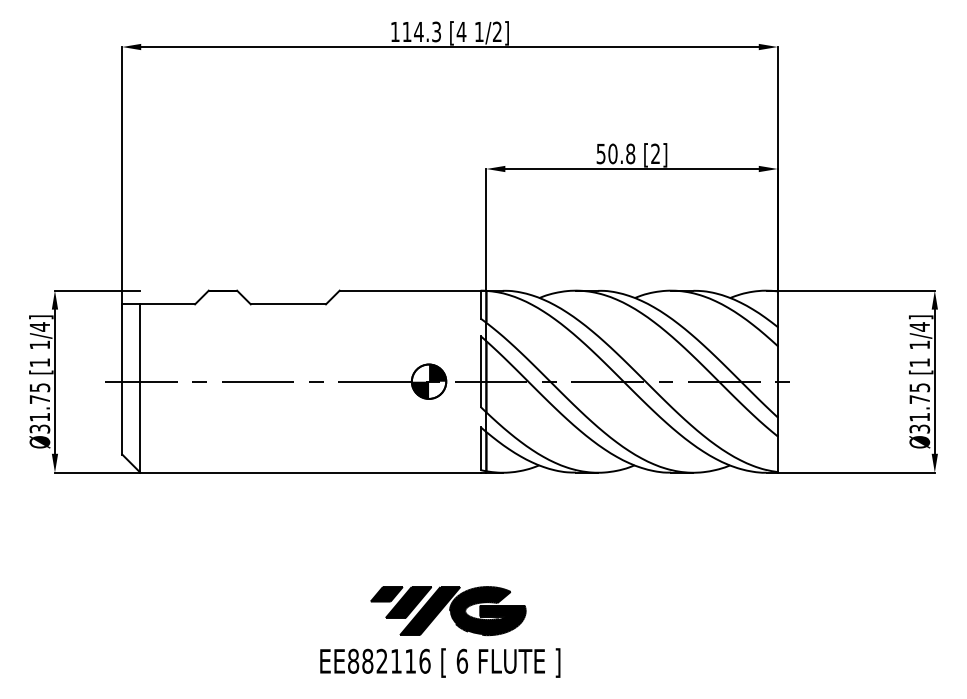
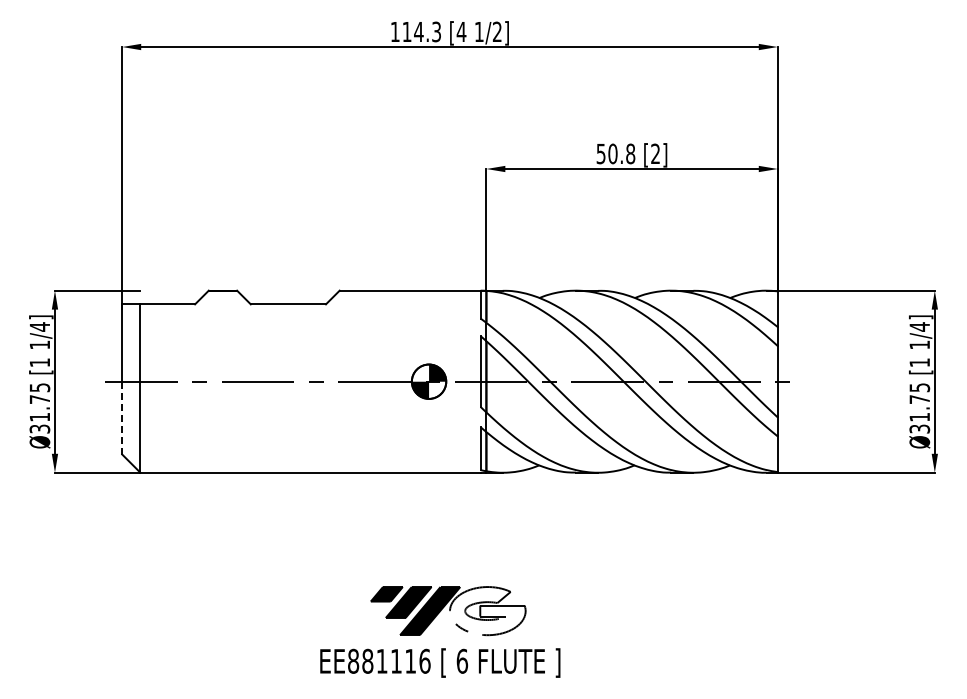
line at (122, 417): solid -> dashed
fill at (487, 611): present -> none
text at (381, 660): EE882116 -> EE881116
